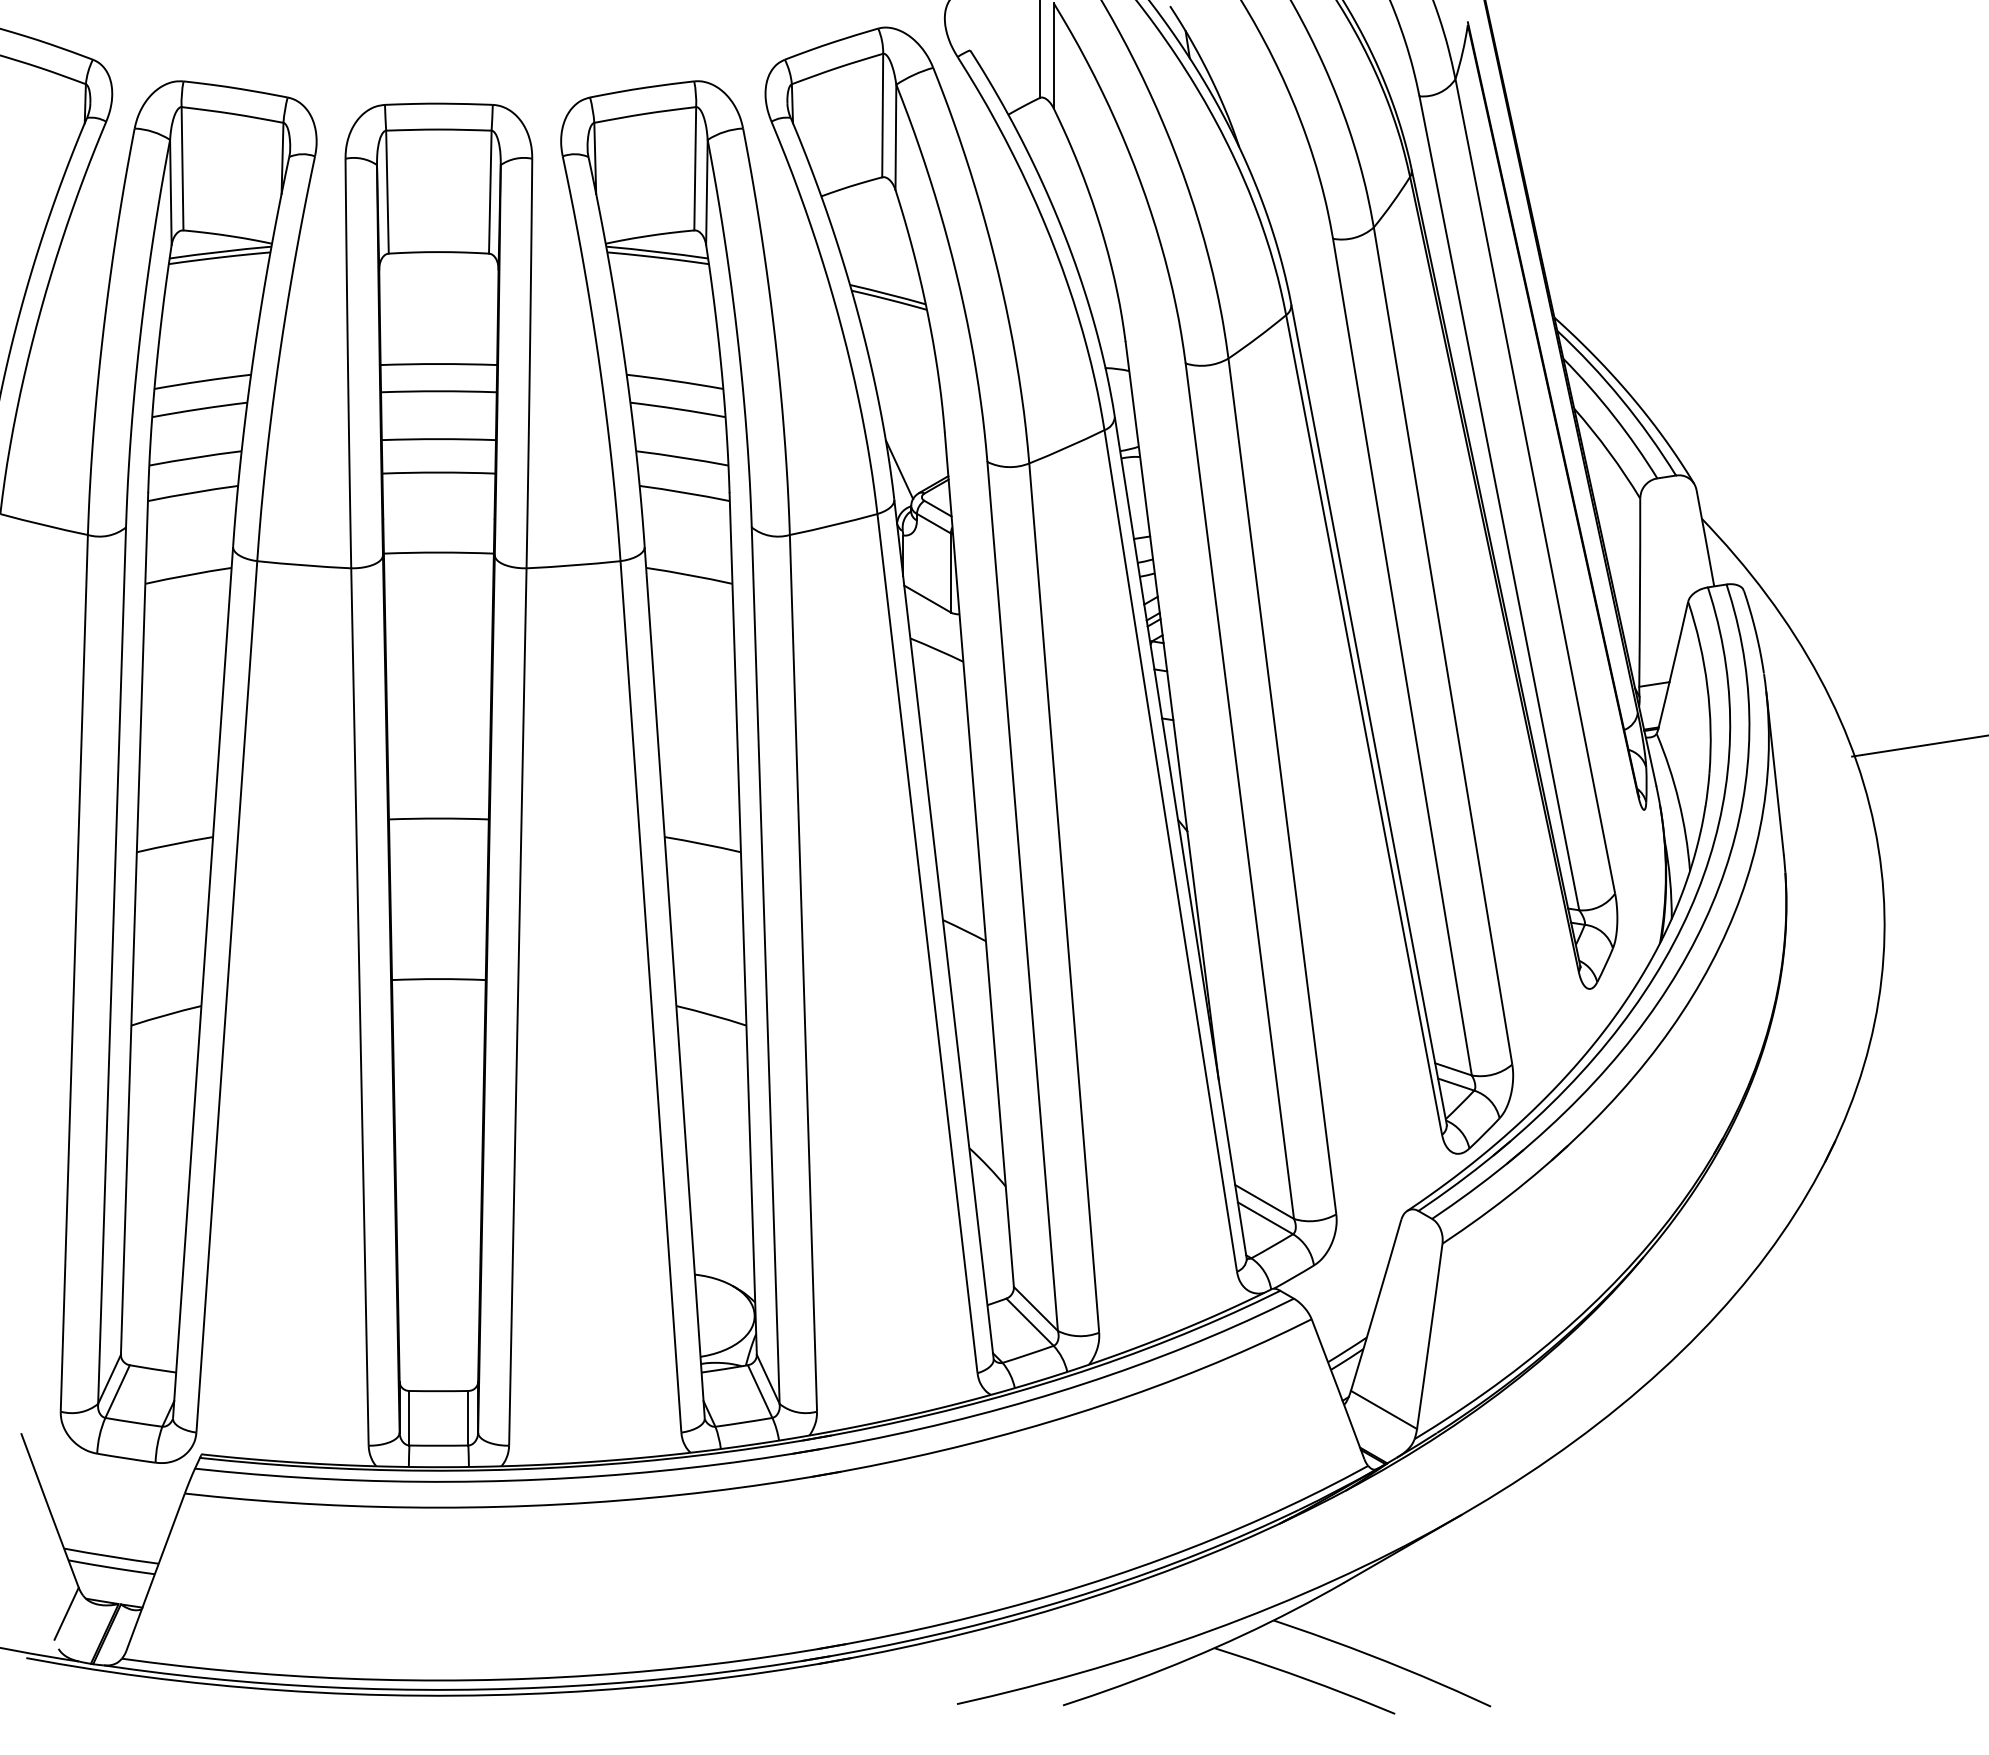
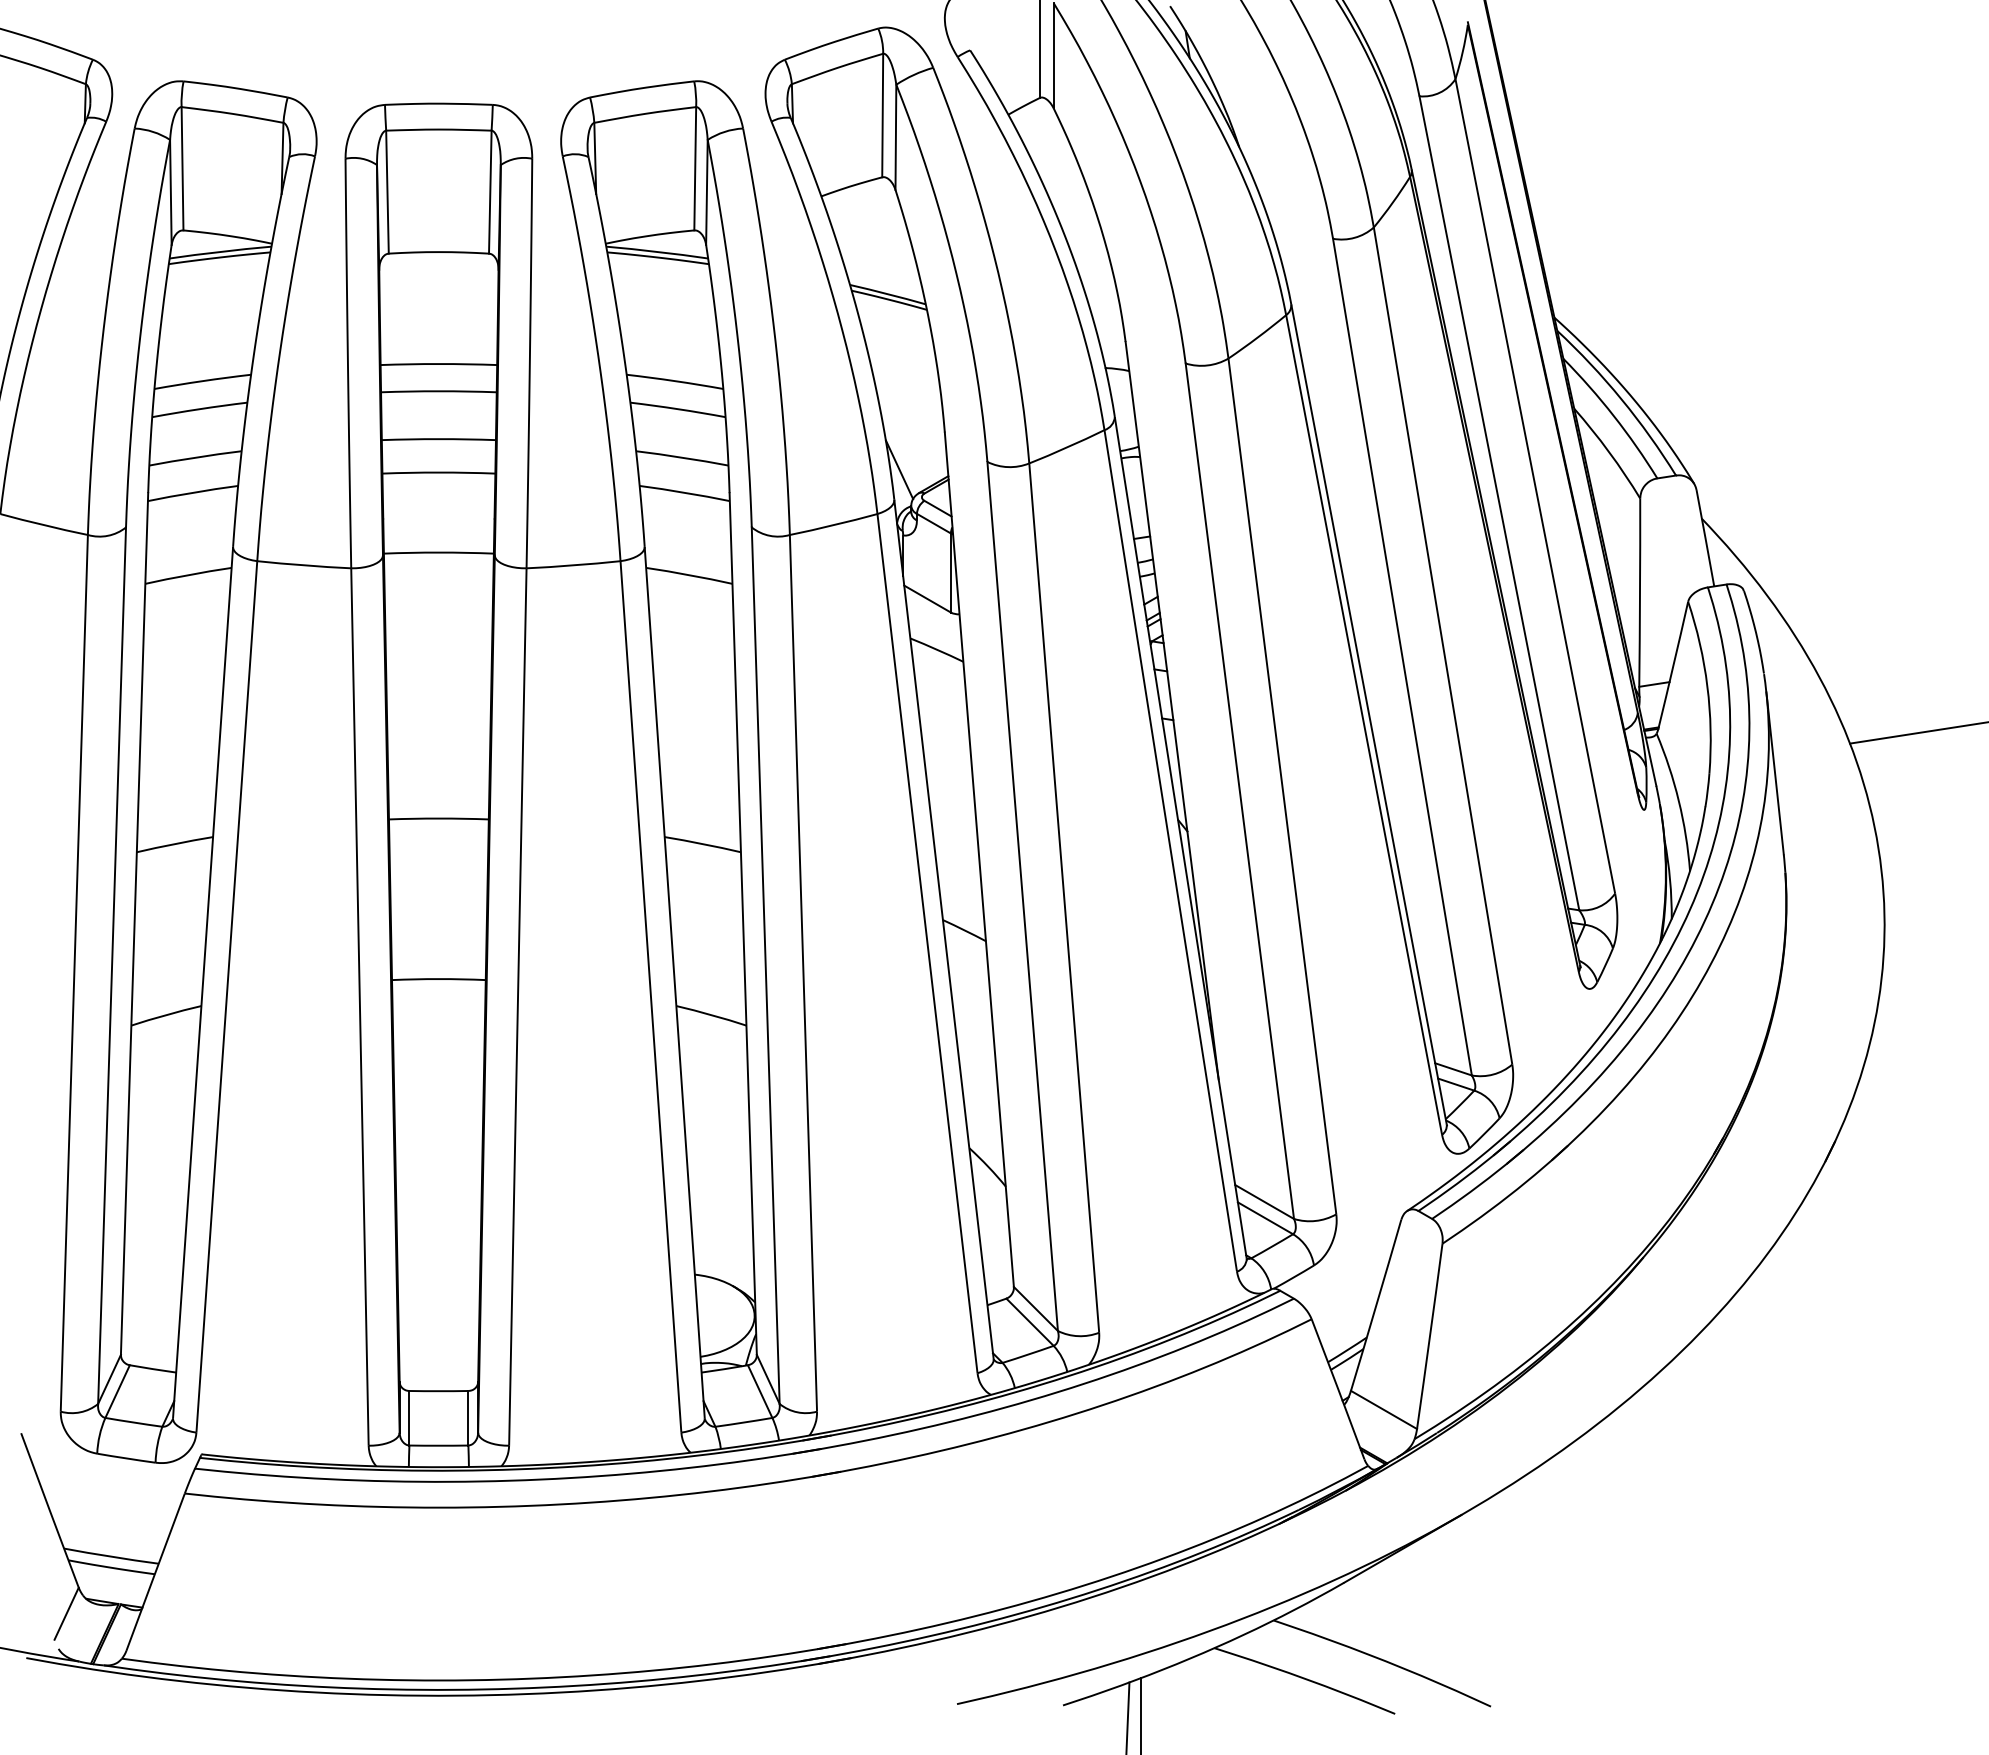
line at (1918, 745) position: (1918, 745) -> (1917, 732)
line at (1141, 1714): none -> present
line at (1127, 1716): none -> present
